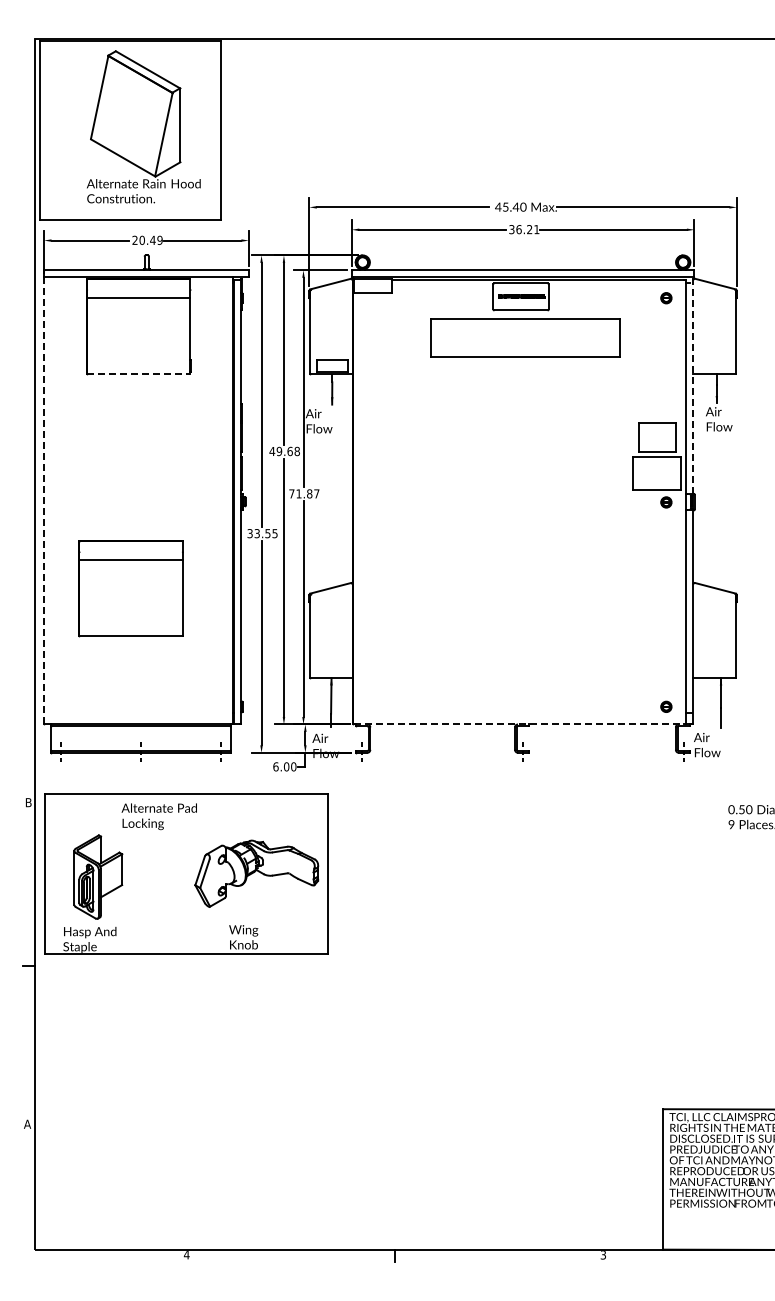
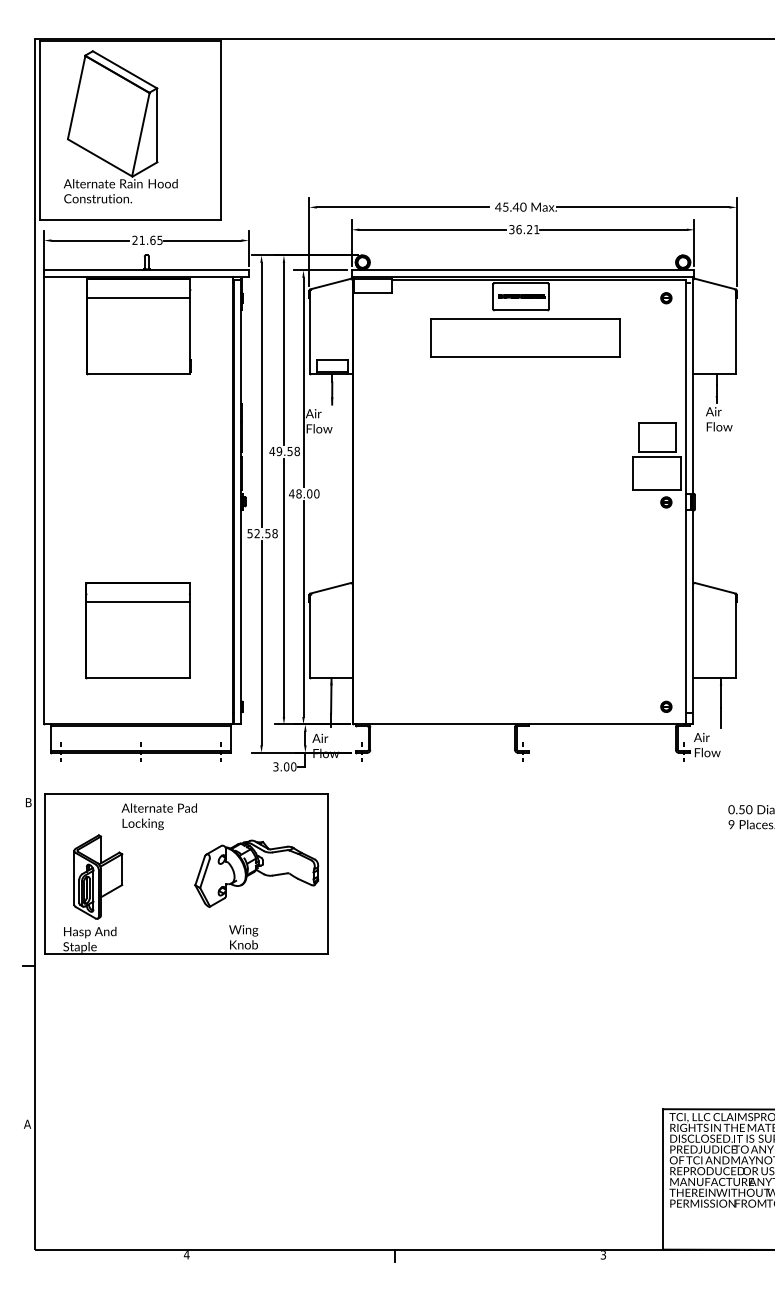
part at (143, 126) position: (143, 126) -> (120, 126)
text at (150, 239): 20.49 -> 21.65
line at (138, 373): dashed -> solid
line at (693, 385): dashed -> solid
text at (289, 451): 49.68 -> 49.58
text at (304, 493): 71.87 -> 48.00
line at (44, 501): dashed -> solid
text at (262, 533): 33.55 -> 52.58
part at (130, 588) position: (130, 588) -> (137, 630)
line at (519, 724): dashed -> solid
text at (275, 766): 6.00 -> 3.00
